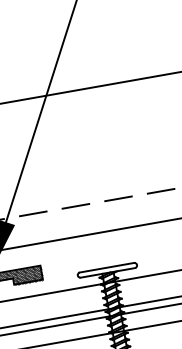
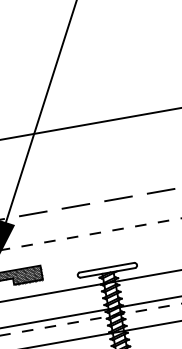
line at (90, 87) position: (90, 87) -> (90, 123)
line at (91, 234): solid -> dashed
line at (90, 319): solid -> dashed
